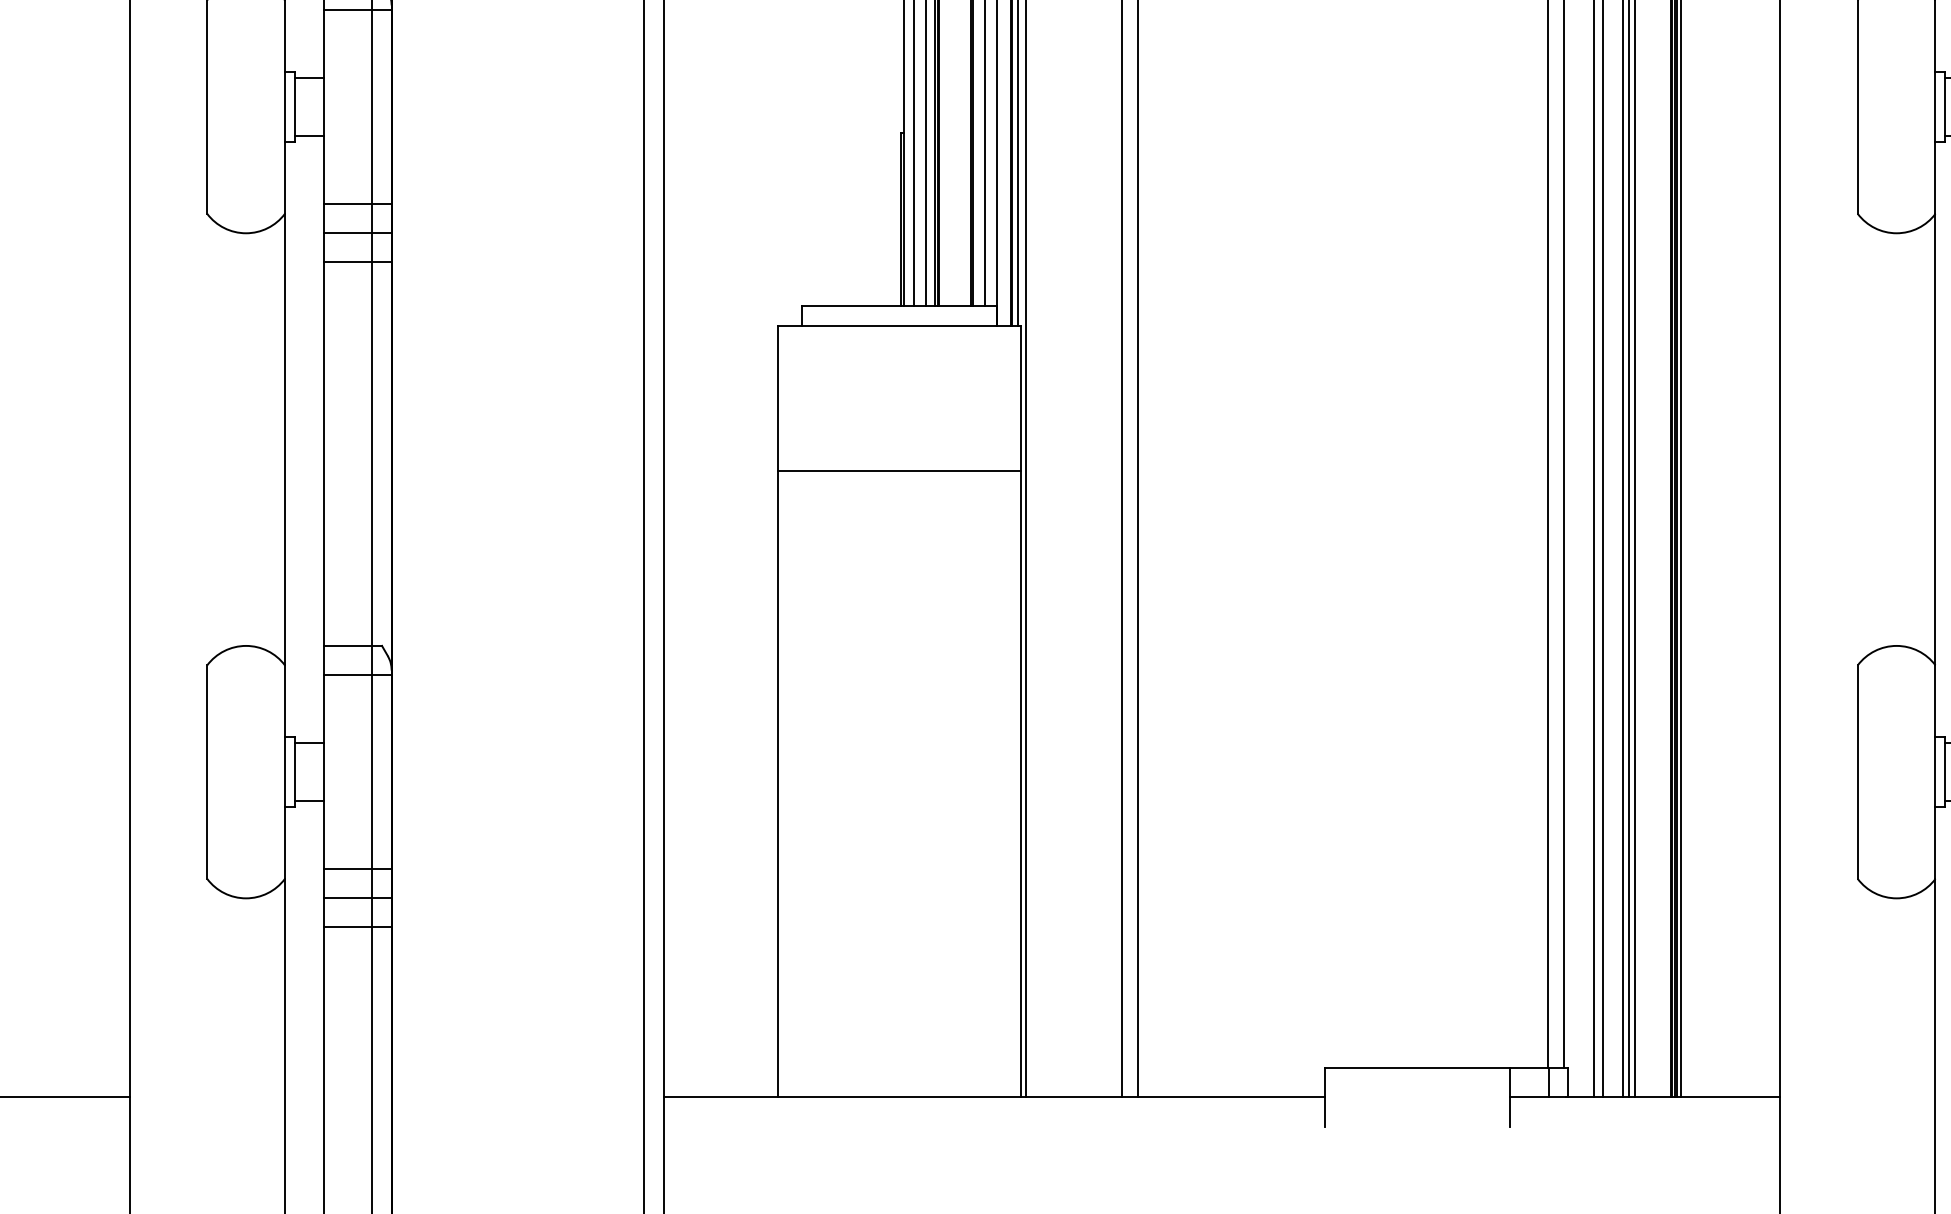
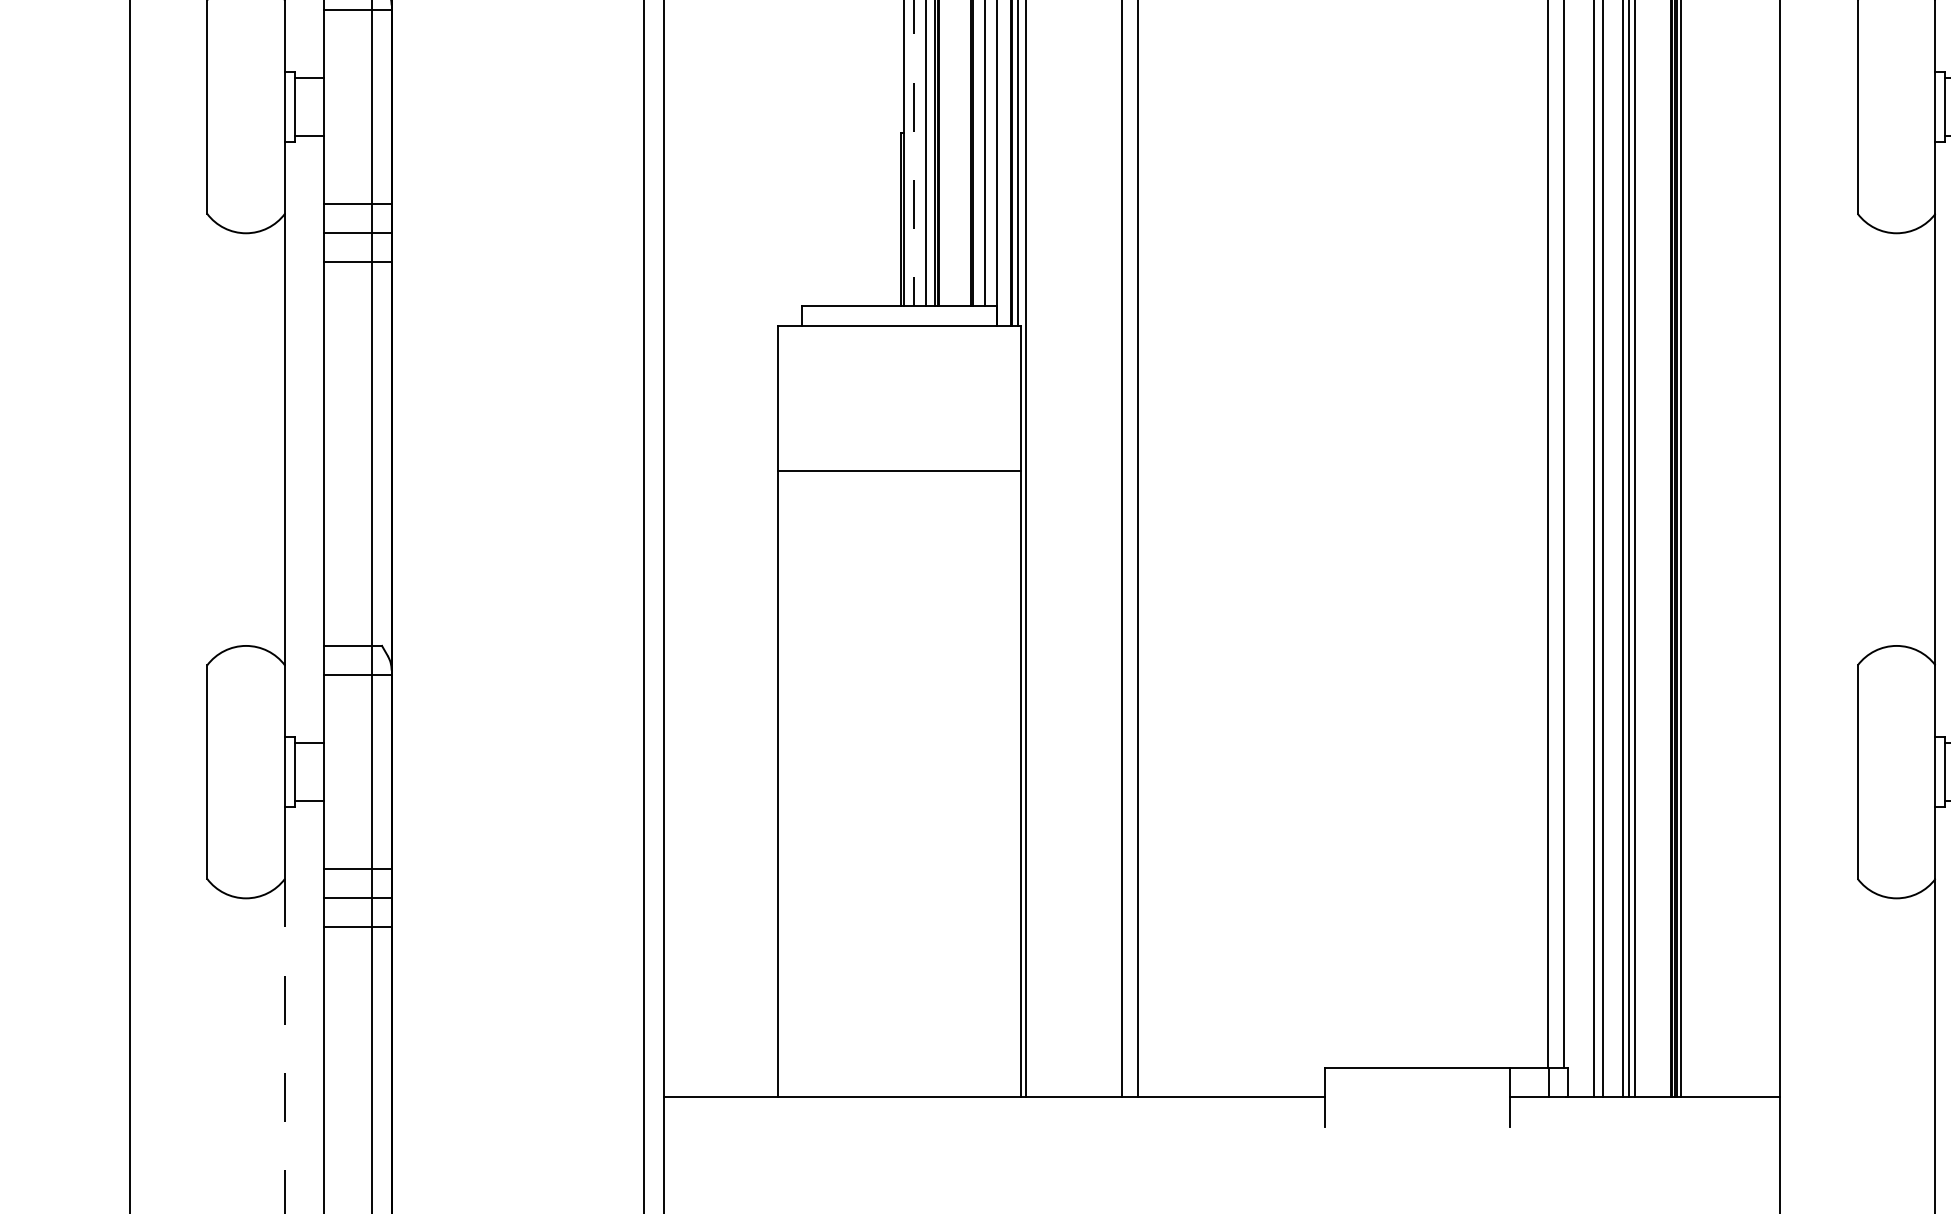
line at (914, 154): solid -> dashed
line at (284, 1046): solid -> dashed
line at (65, 1097): present -> none
